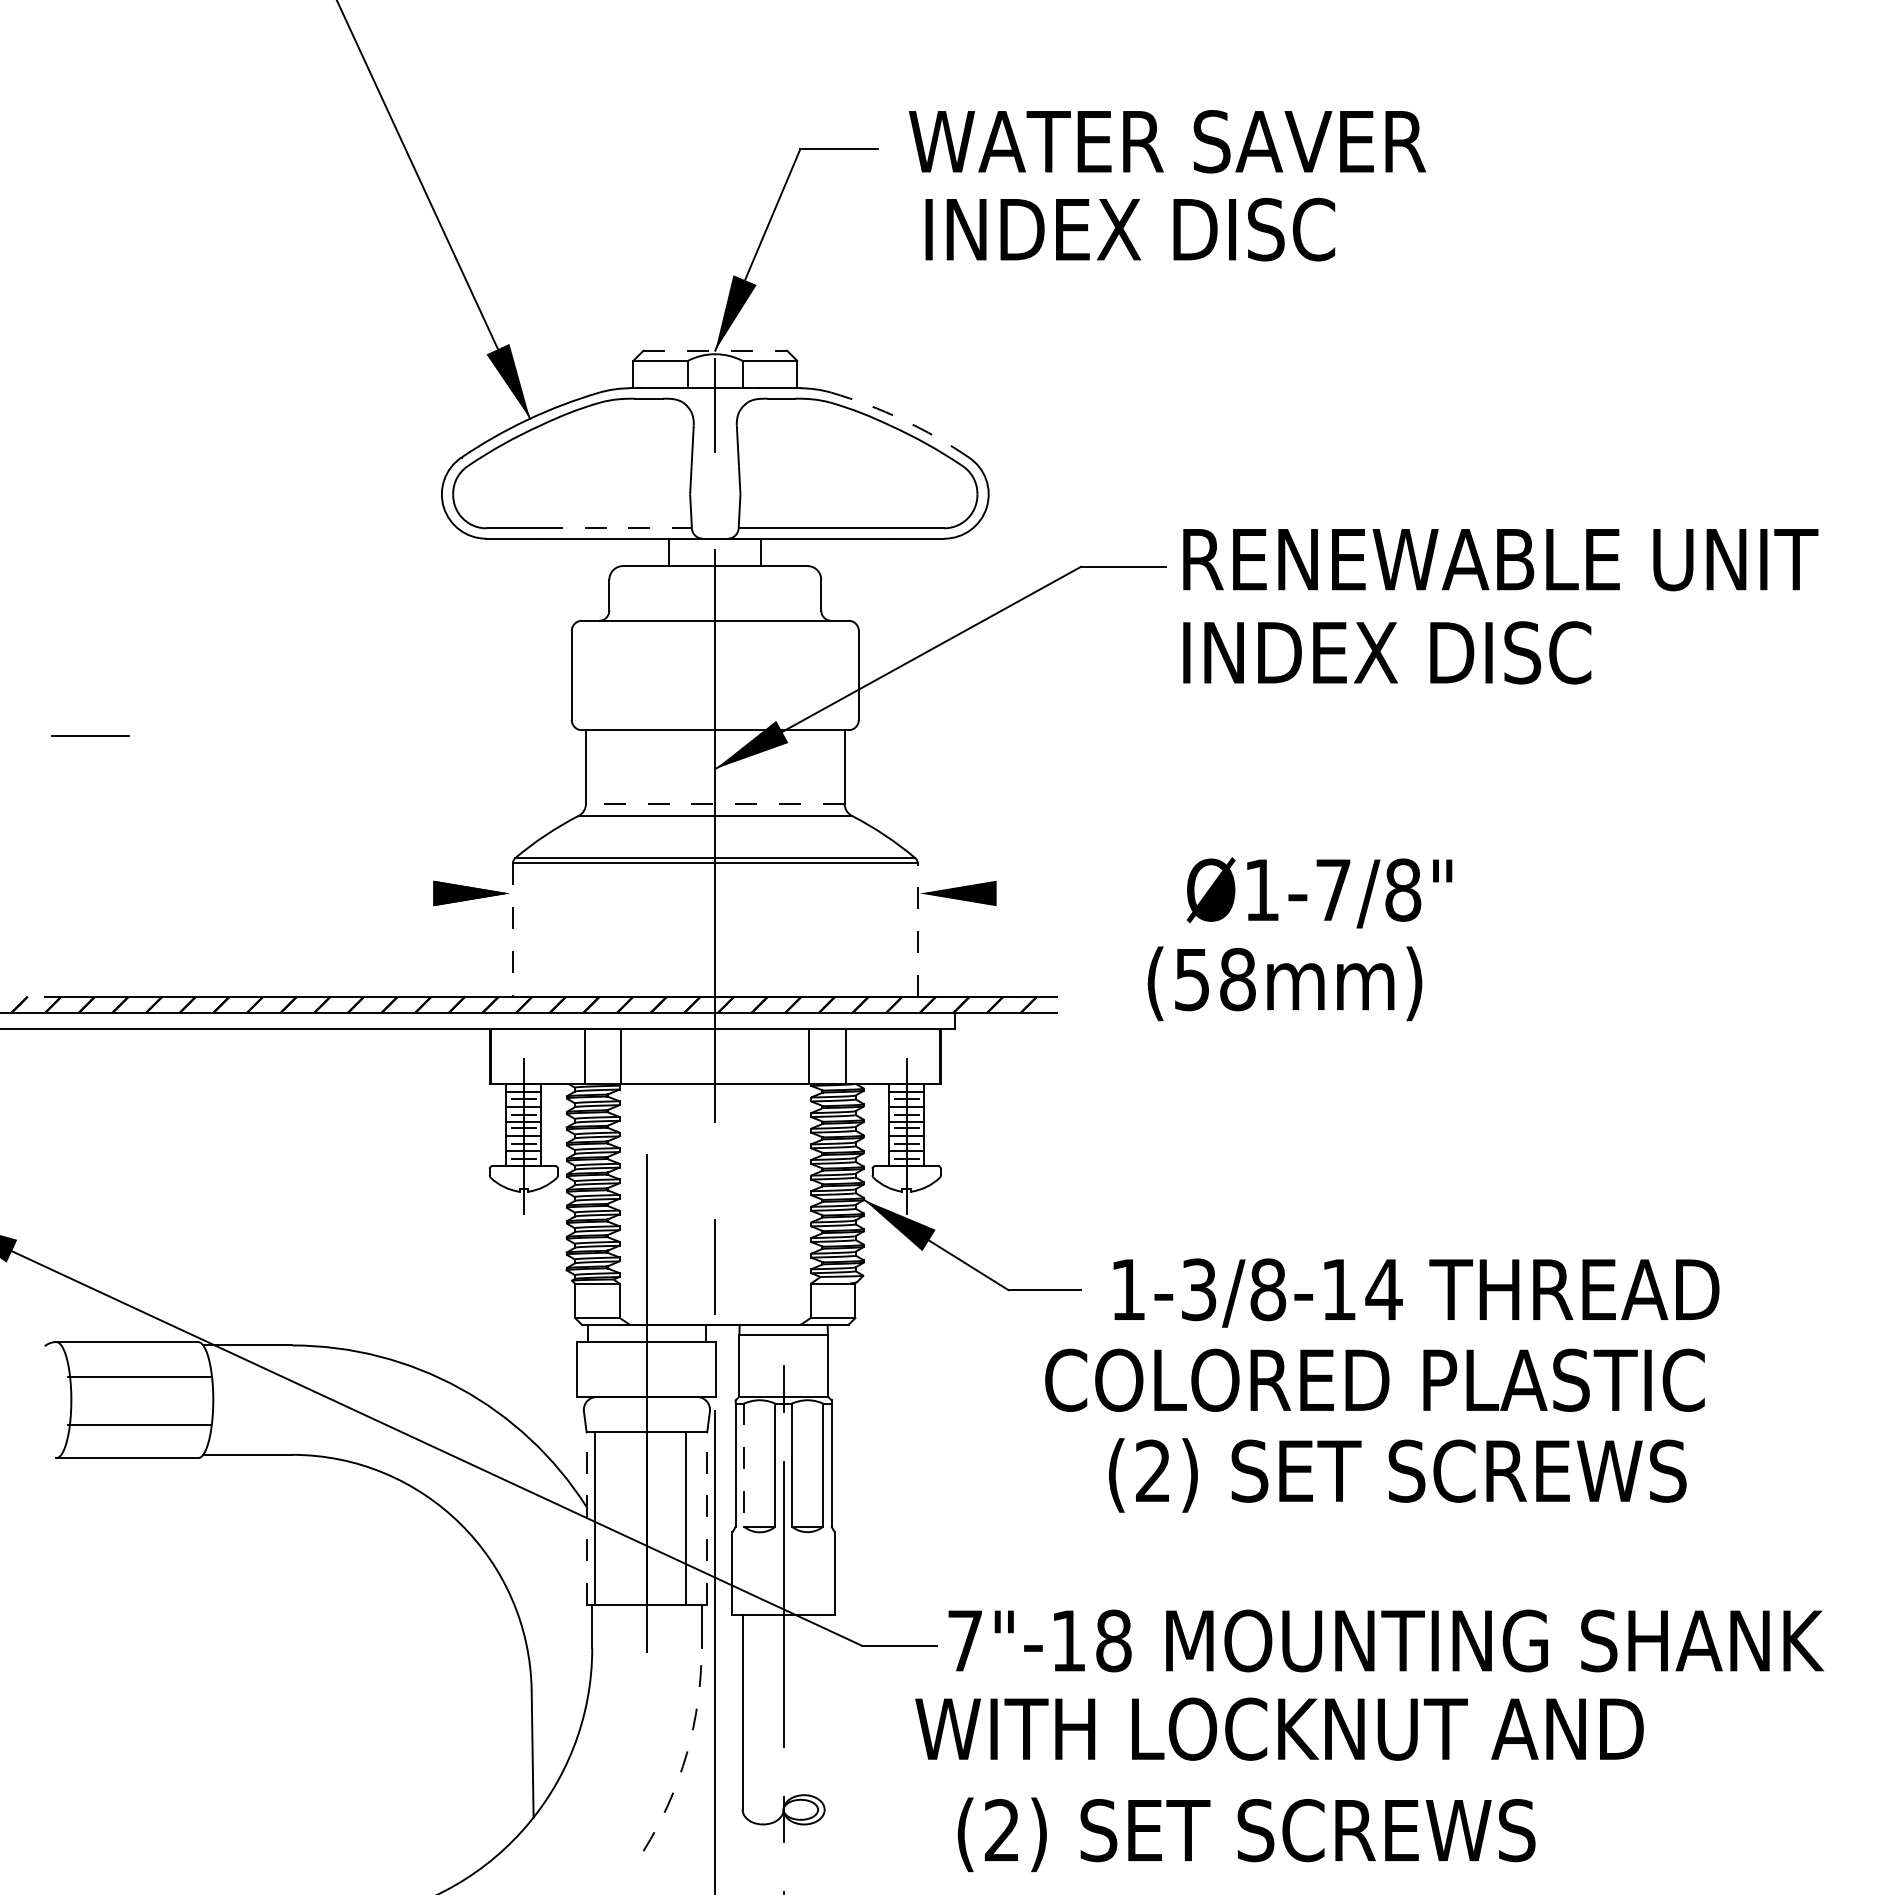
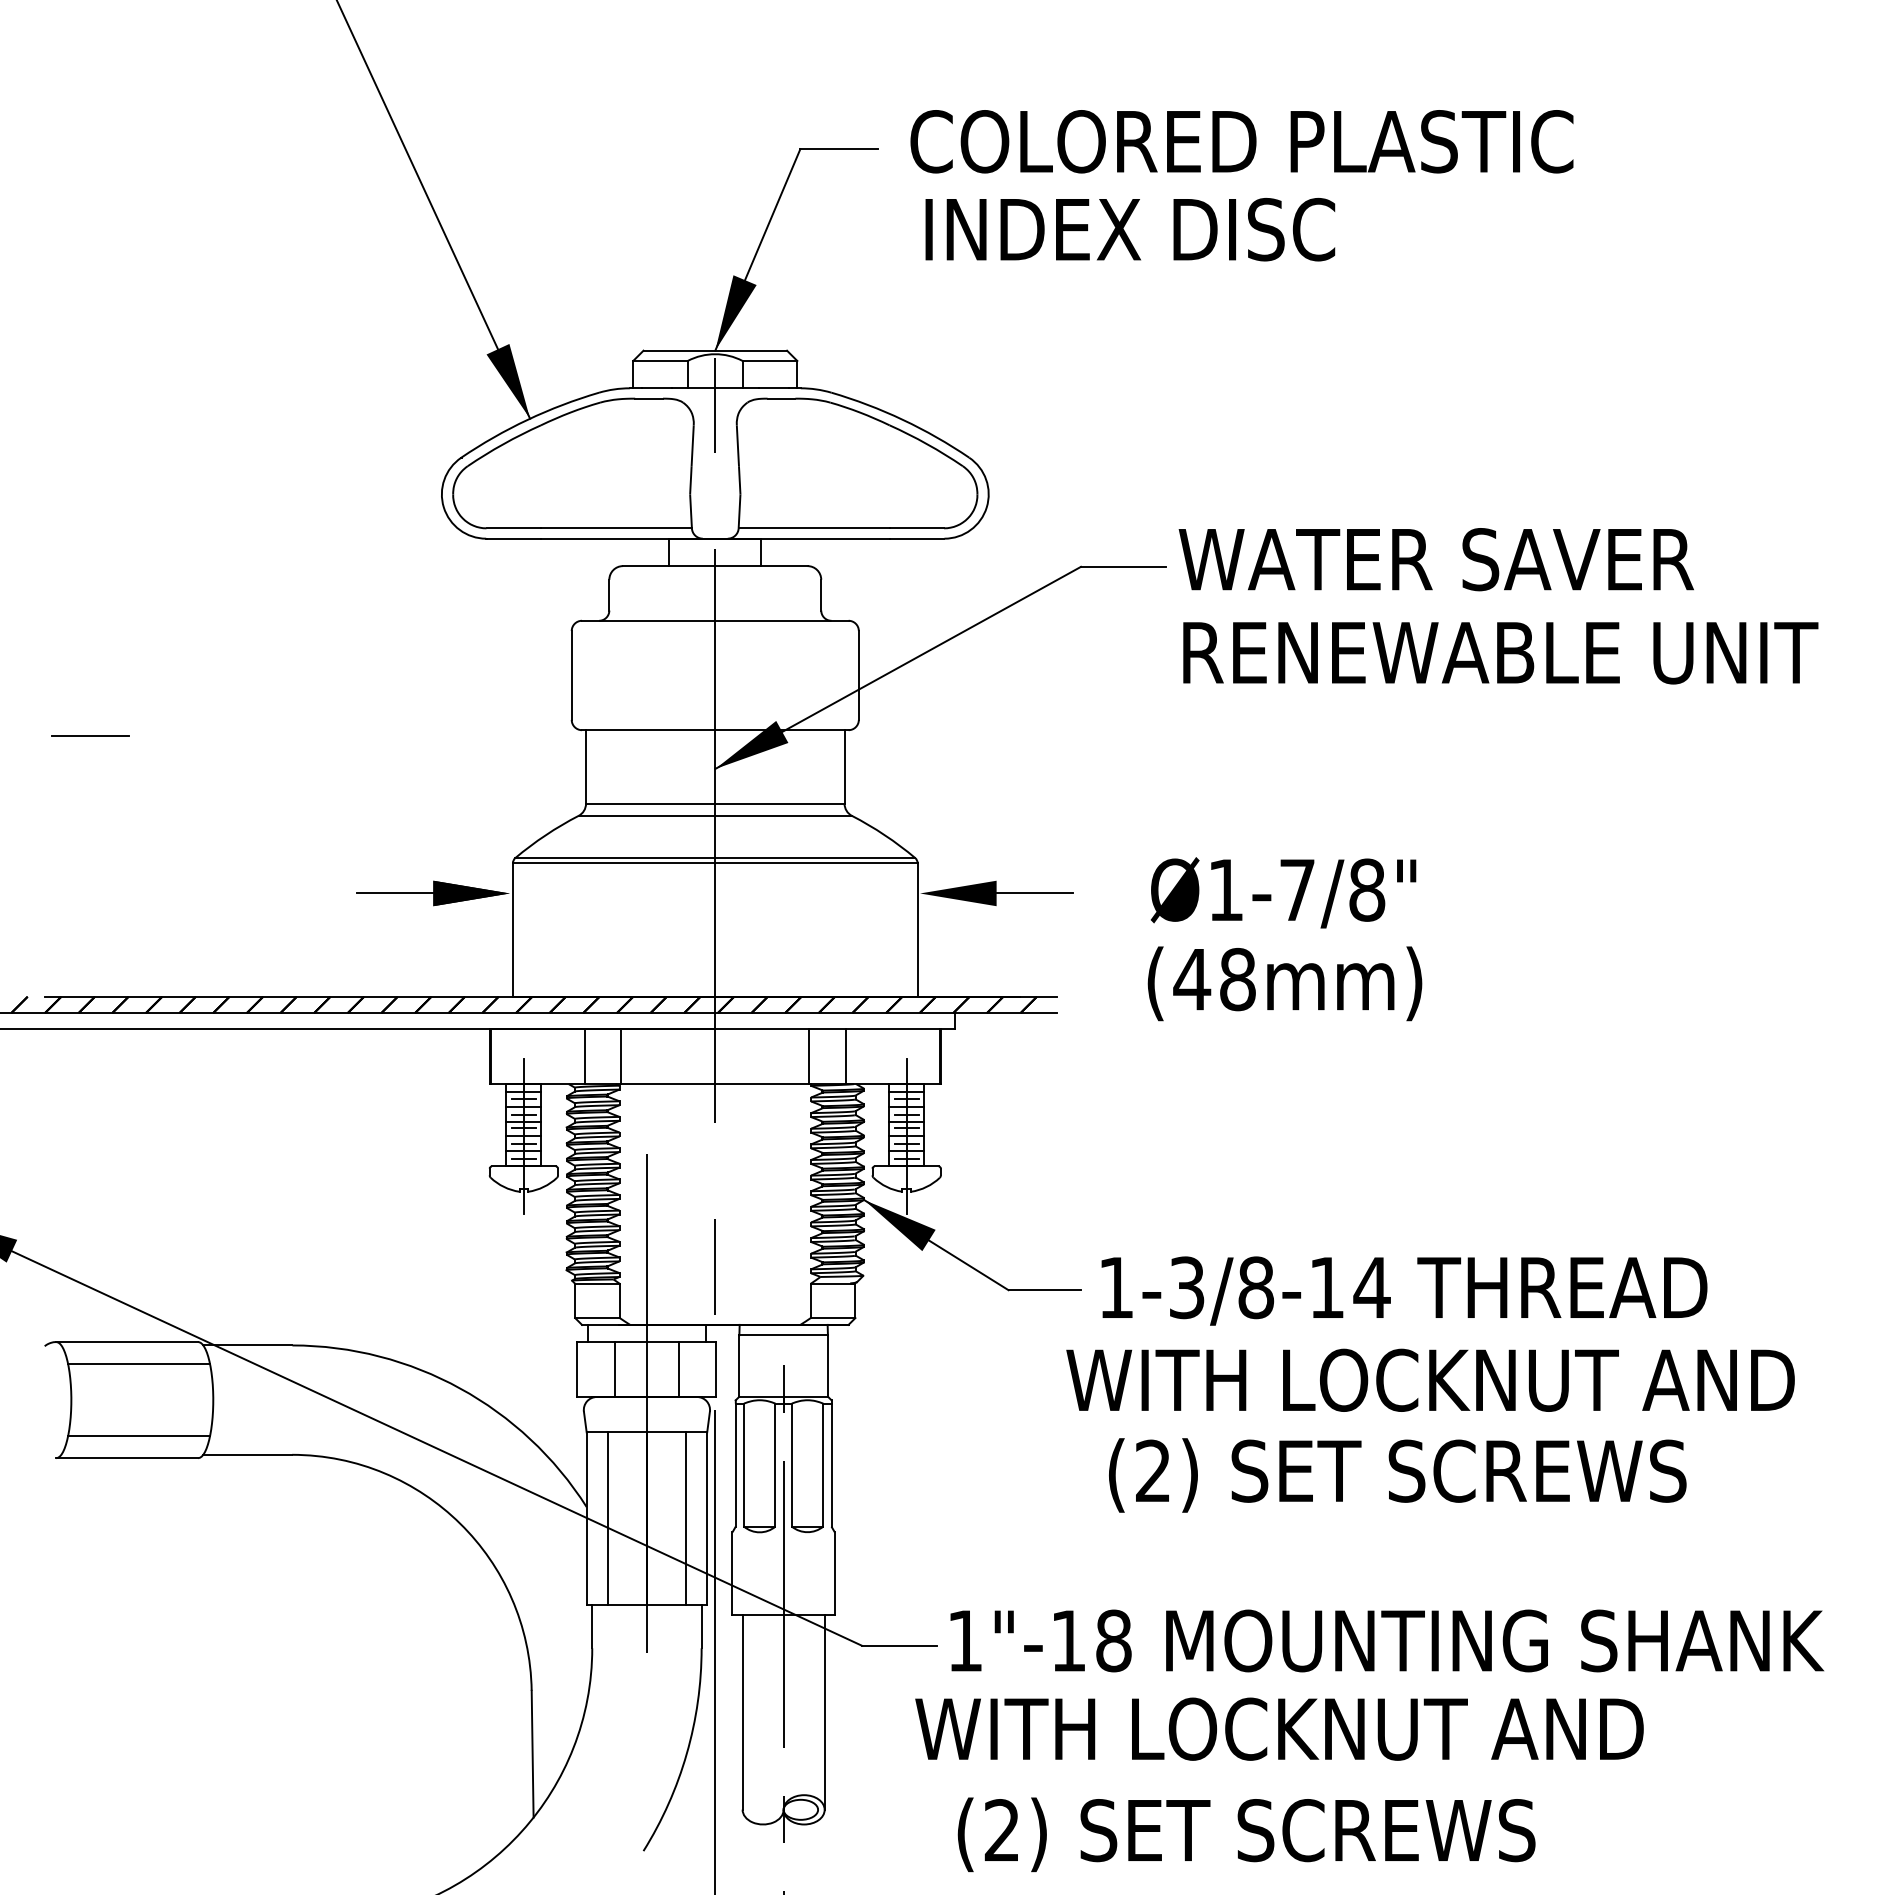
text at (1241, 141): WATER SAVER -> COLORED PLASTIC
line at (715, 350): dashed -> solid
arc at (902, 419): dashed -> solid
line at (616, 528): dashed -> solid
text at (1498, 559): RENEWABLE UNIT -> WATER SAVER
text at (1504, 652): INDEX DISC -> RENEWABLE UNIT
line at (714, 803): dashed -> solid
text at (1319, 892) position: (1319, 892) -> (1283, 892)
line at (394, 893): none -> present
line at (1034, 893): none -> present
line at (512, 930): dashed -> solid
line at (917, 930): dashed -> solid
text at (1192, 980): (58mm) -> (48mm)
text at (1416, 1292) position: (1416, 1292) -> (1404, 1290)
line at (614, 1369): none -> present
line at (679, 1369): none -> present
line at (139, 1377) position: (139, 1377) -> (139, 1364)
text at (1419, 1379): COLORED PLASTIC -> WITH LOCKNUT AND
line at (139, 1425) position: (139, 1425) -> (139, 1436)
line at (743, 1465): dashed -> solid
line at (586, 1518): dashed -> solid
line at (594, 1518) position: (594, 1518) -> (607, 1518)
line at (707, 1518): dashed -> solid
text at (964, 1640): 7"-18 -> 1"-18
line at (824, 1712): none -> present
arc at (686, 1753): dashed -> solid
